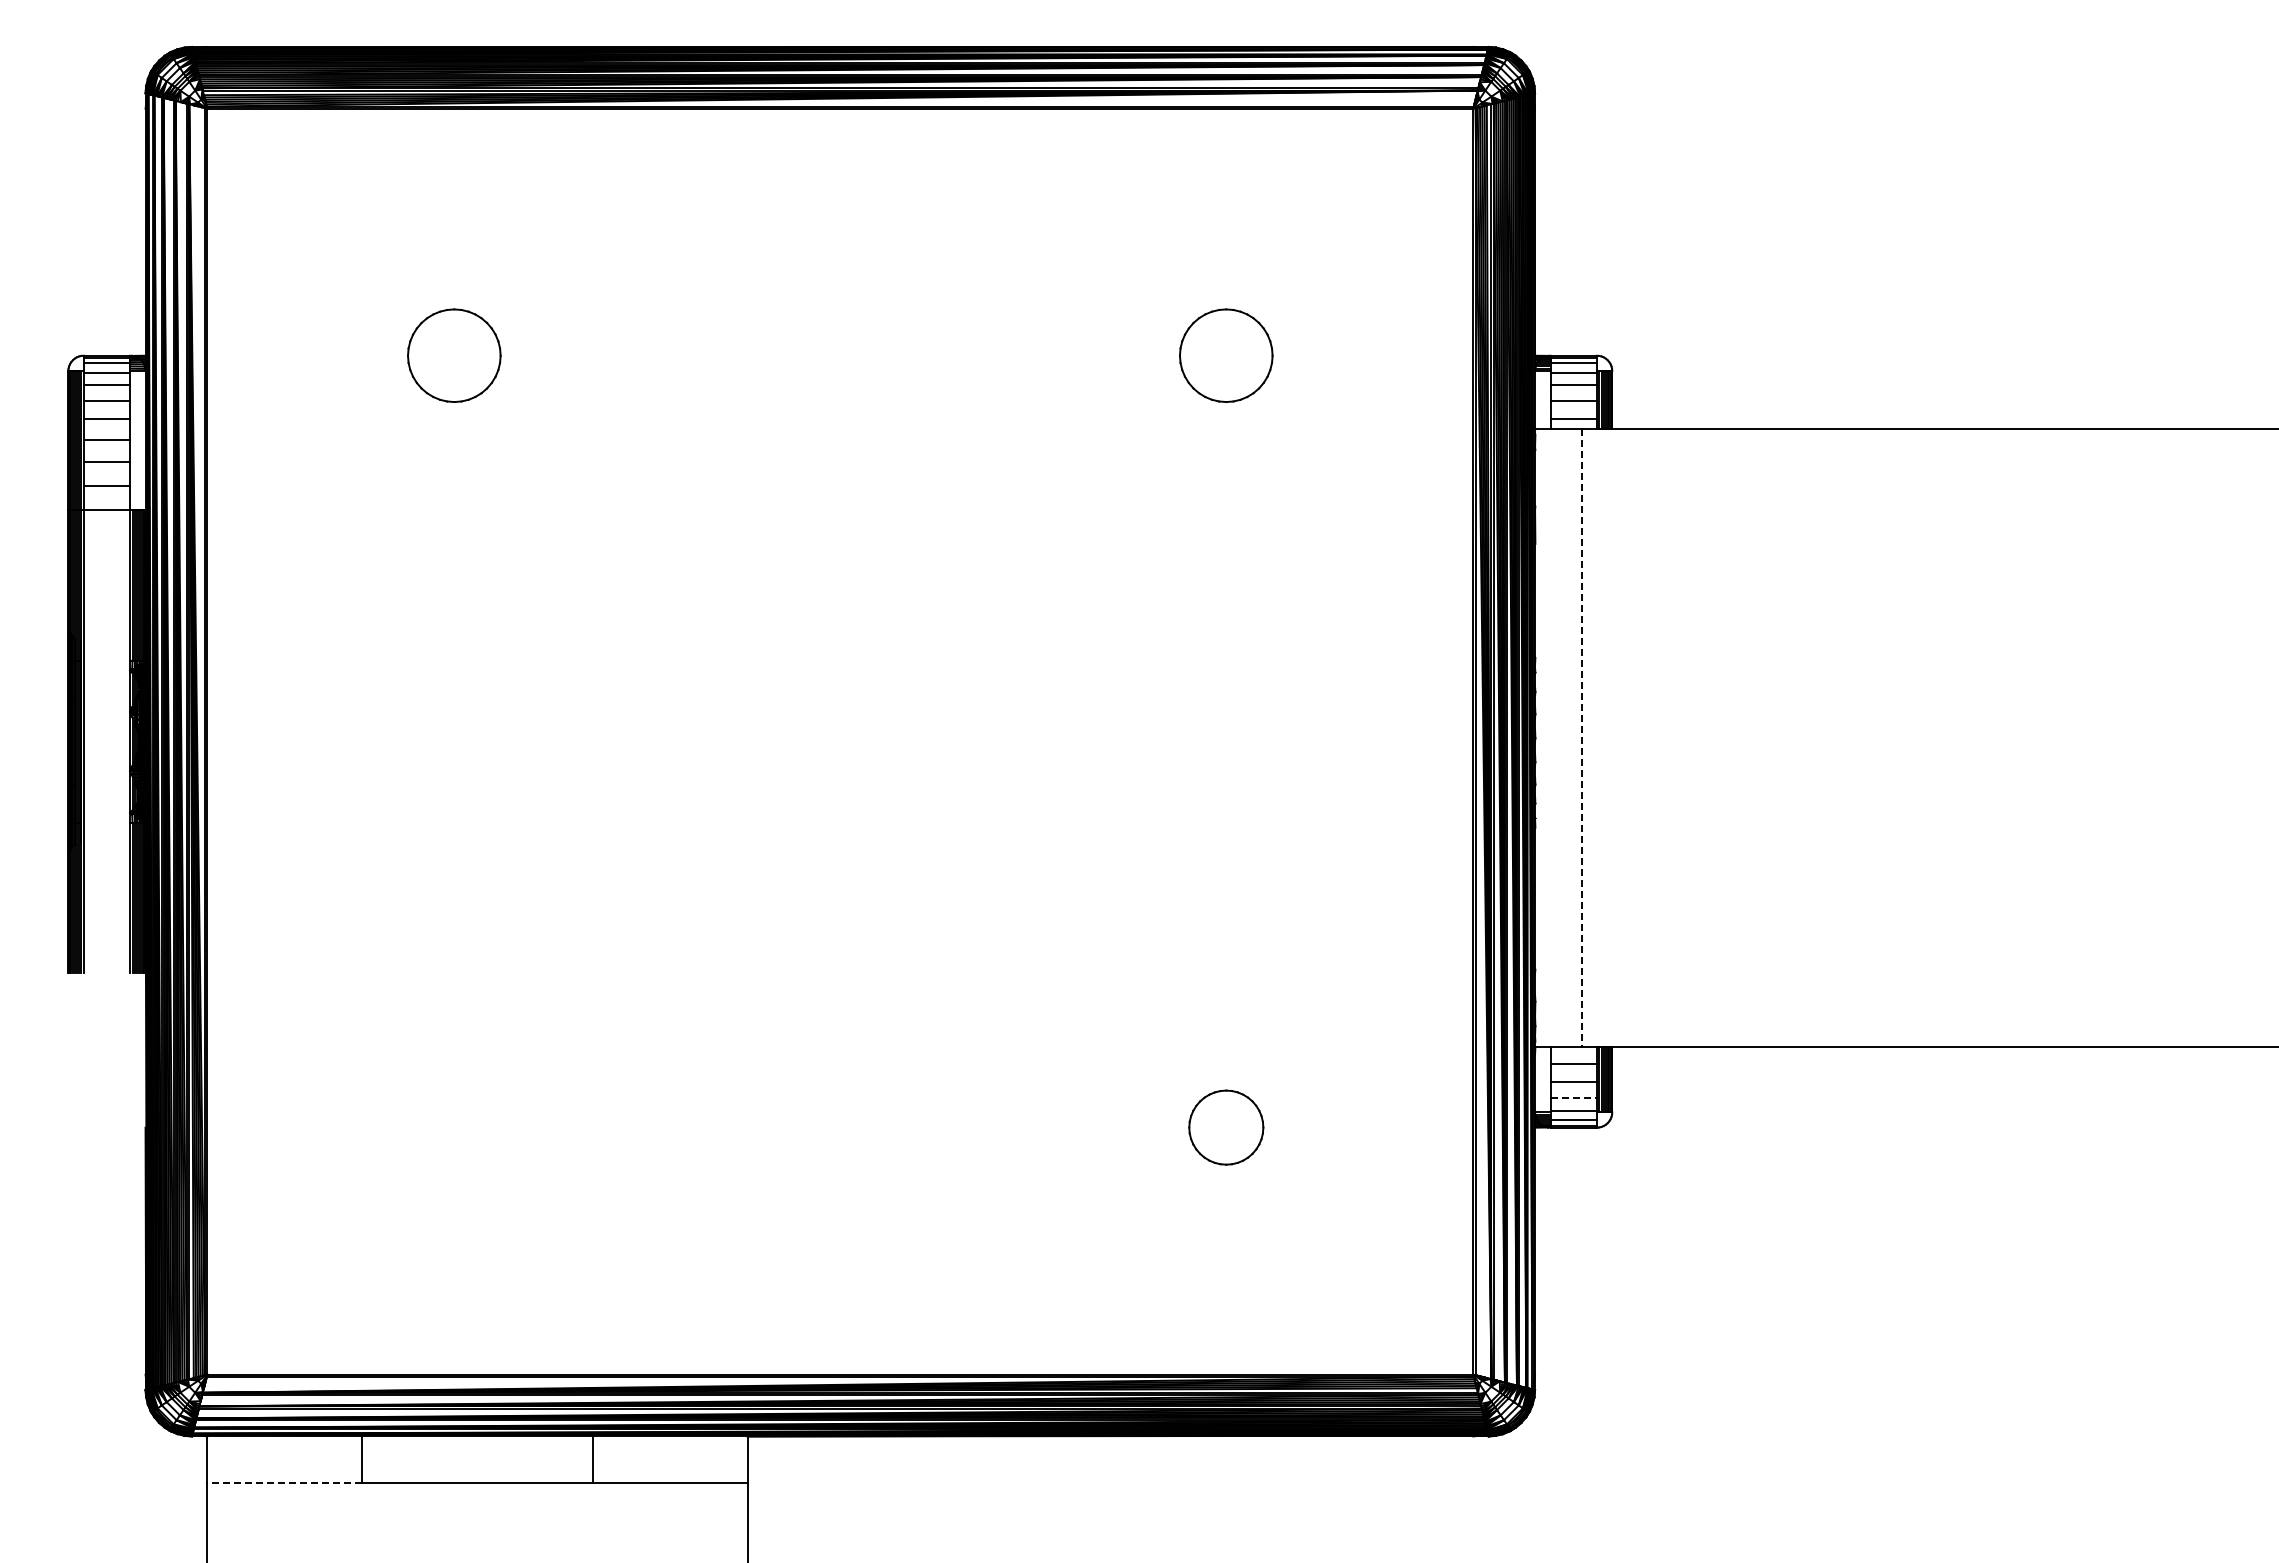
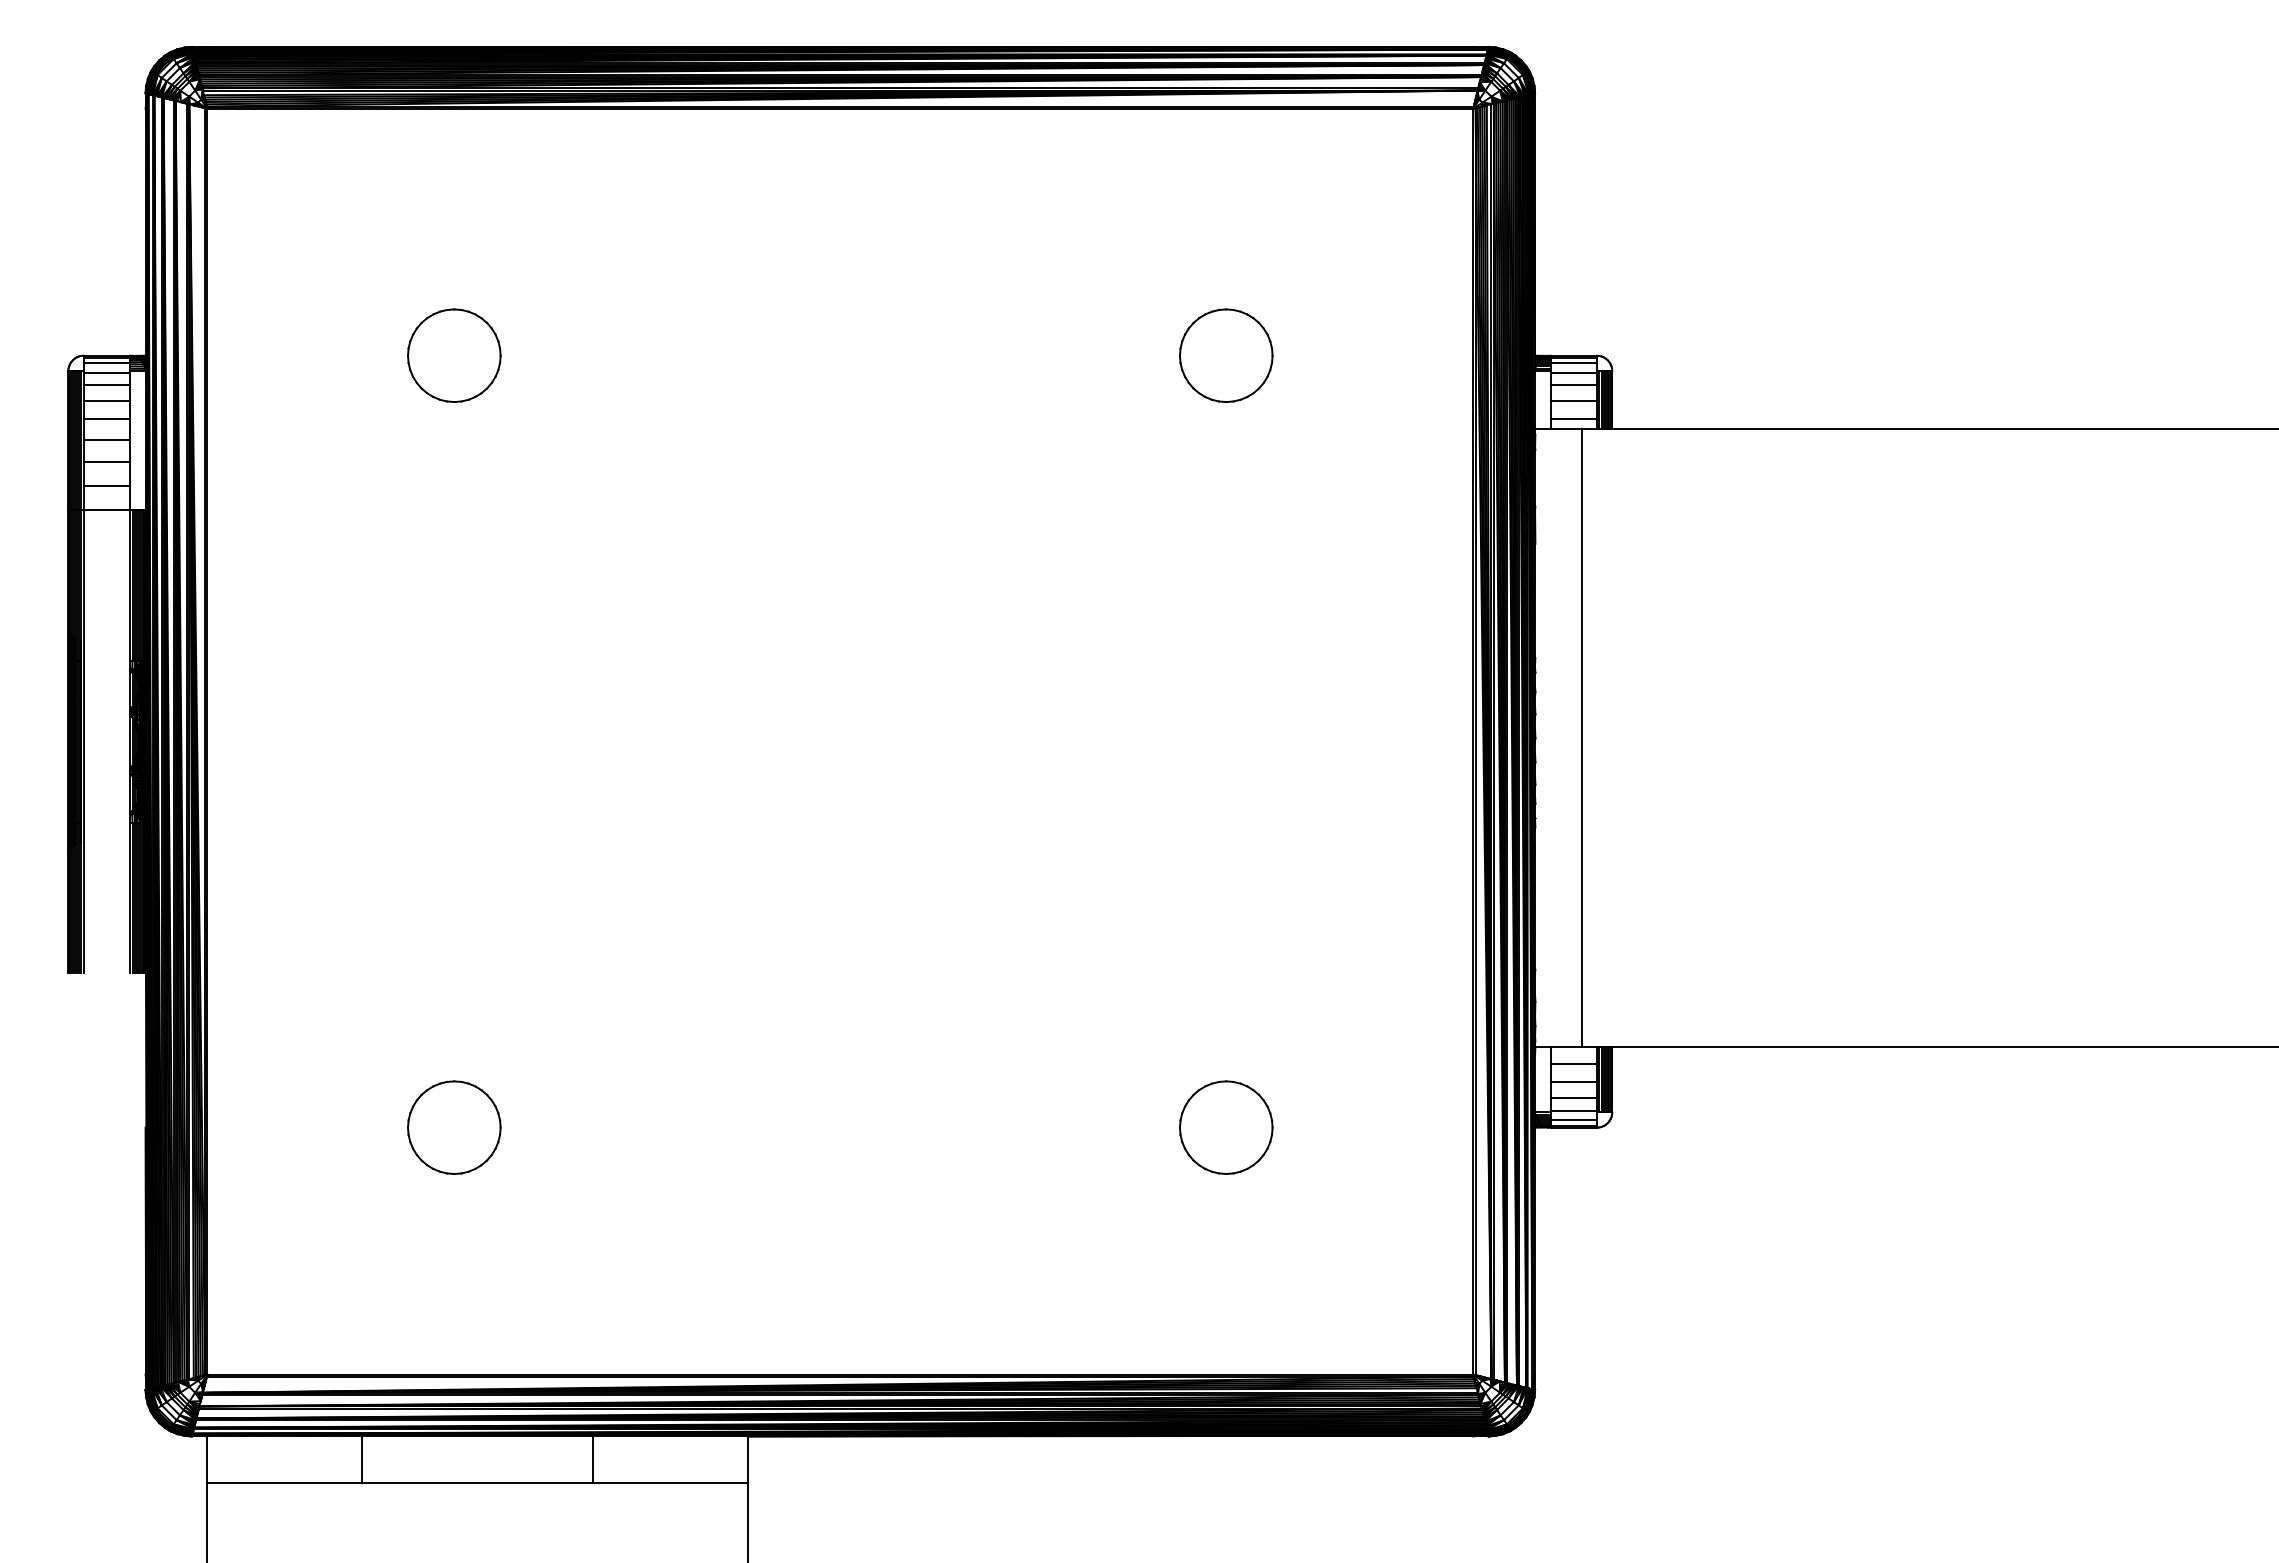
line at (1581, 738): dashed -> solid
line at (1574, 1098): dashed -> solid
part at (454, 1127): none -> present
part at (1226, 1127) size: 77x77 px -> 95x95 px
line at (284, 1482): dashed -> solid
